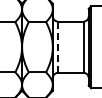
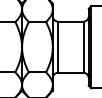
line at (57, 47): dashed -> solid
